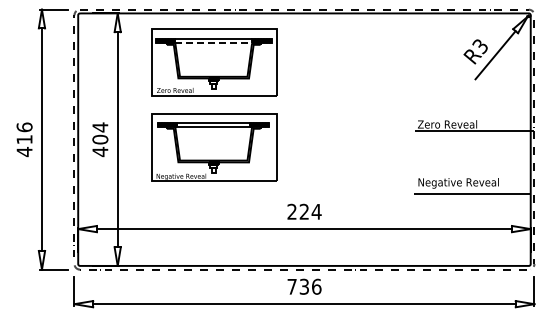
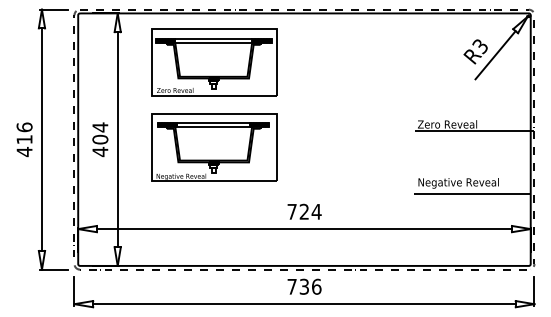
line at (214, 43): dashed -> solid
text at (291, 211): 224 -> 724
